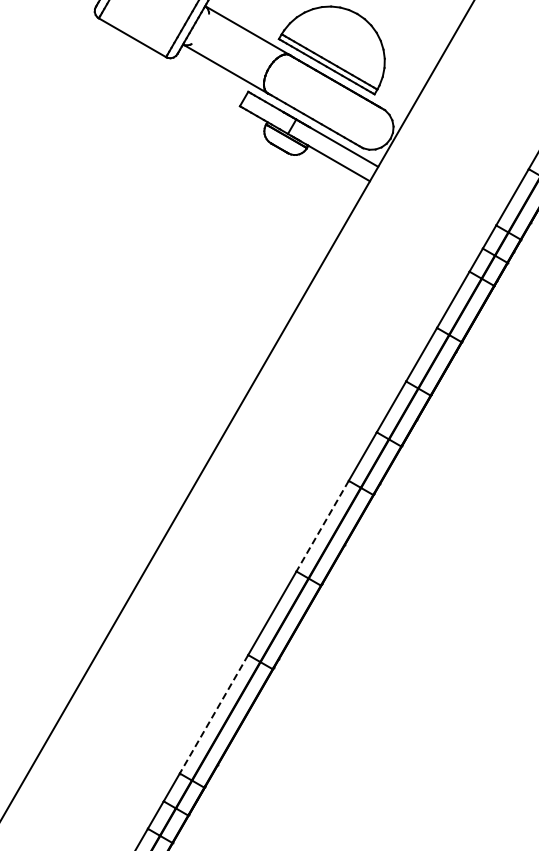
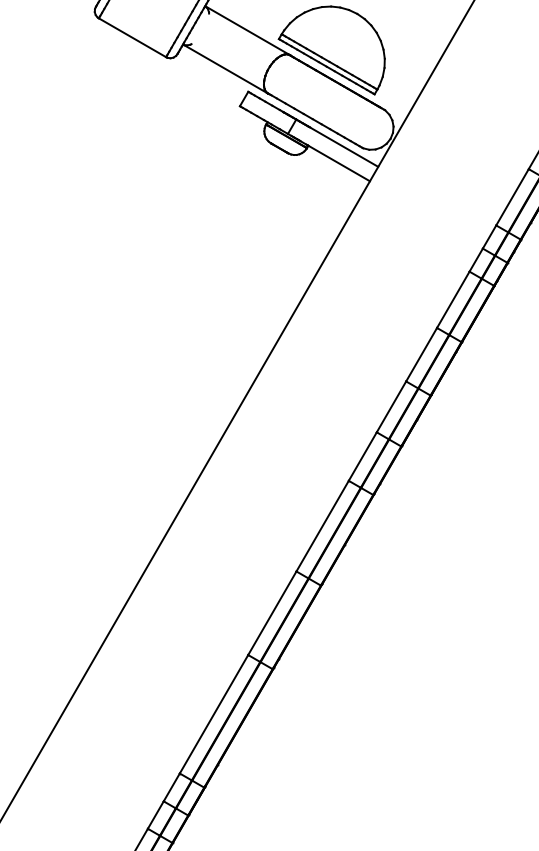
line at (322, 526): dashed -> solid
line at (213, 714): dashed -> solid
